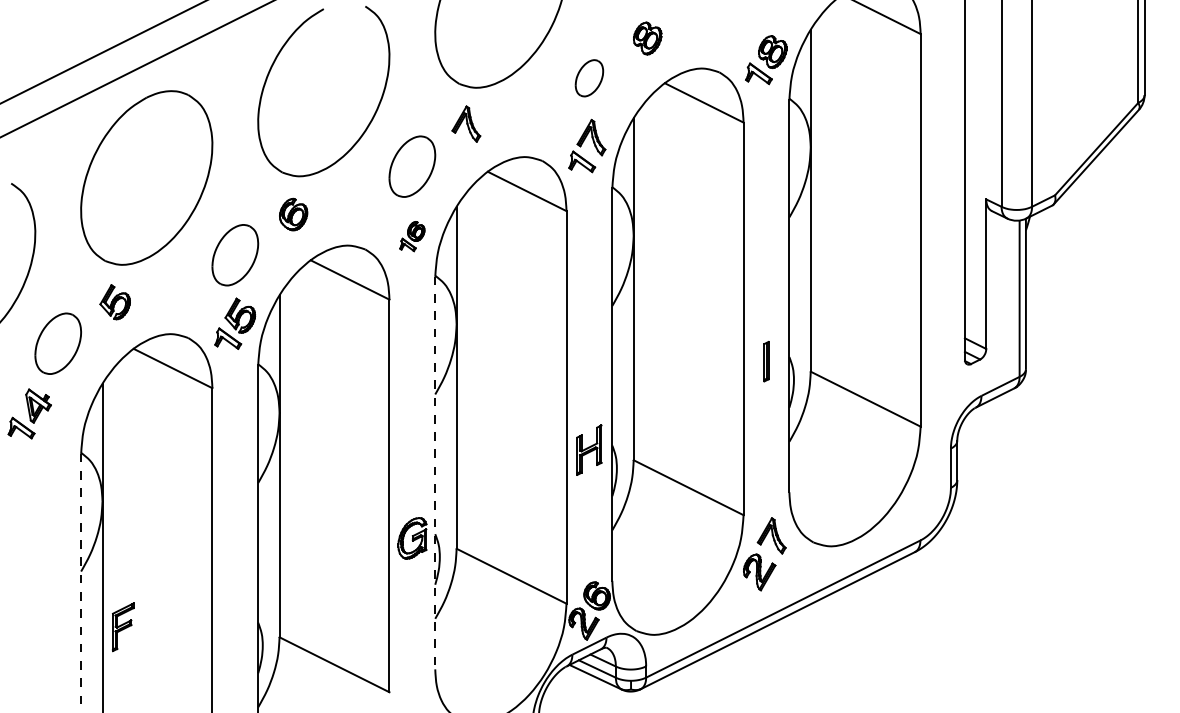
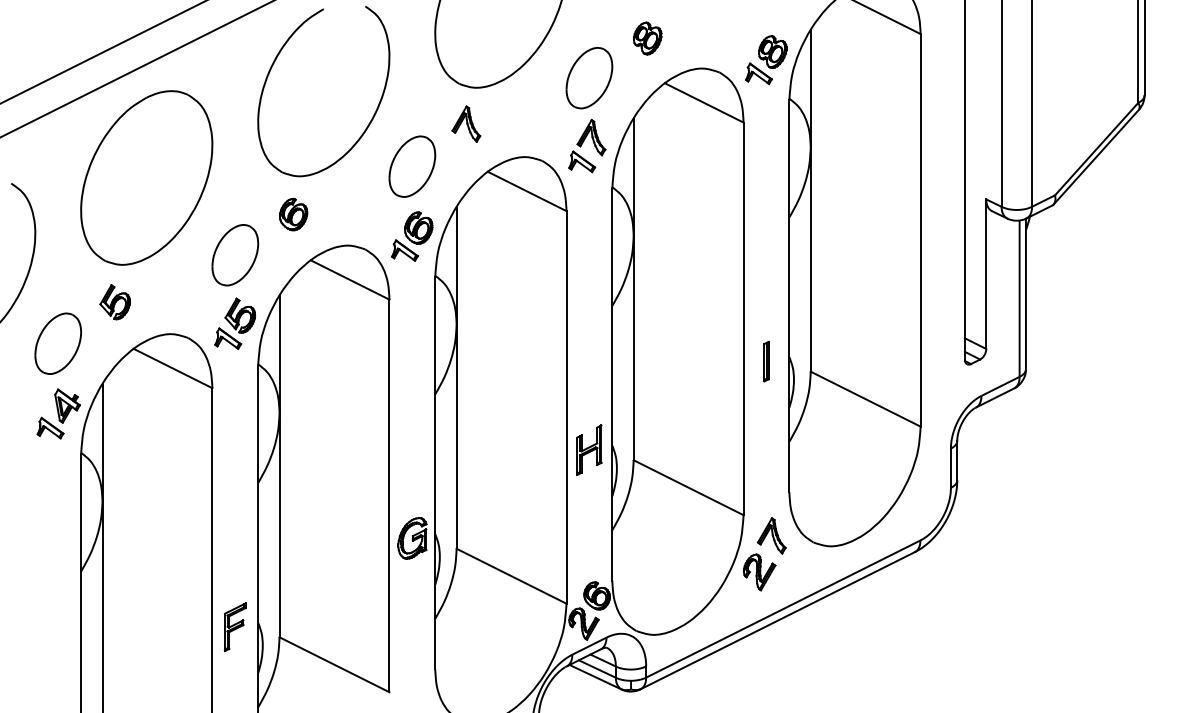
part at (589, 78) size: 31x39 px -> 49x63 px
part at (412, 236) size: 27x32 px -> 43x51 px
part at (29, 413) position: (29, 413) -> (58, 413)
line at (435, 473): dashed -> solid
line at (81, 583): dashed -> solid
part at (123, 627) position: (123, 627) -> (235, 627)
